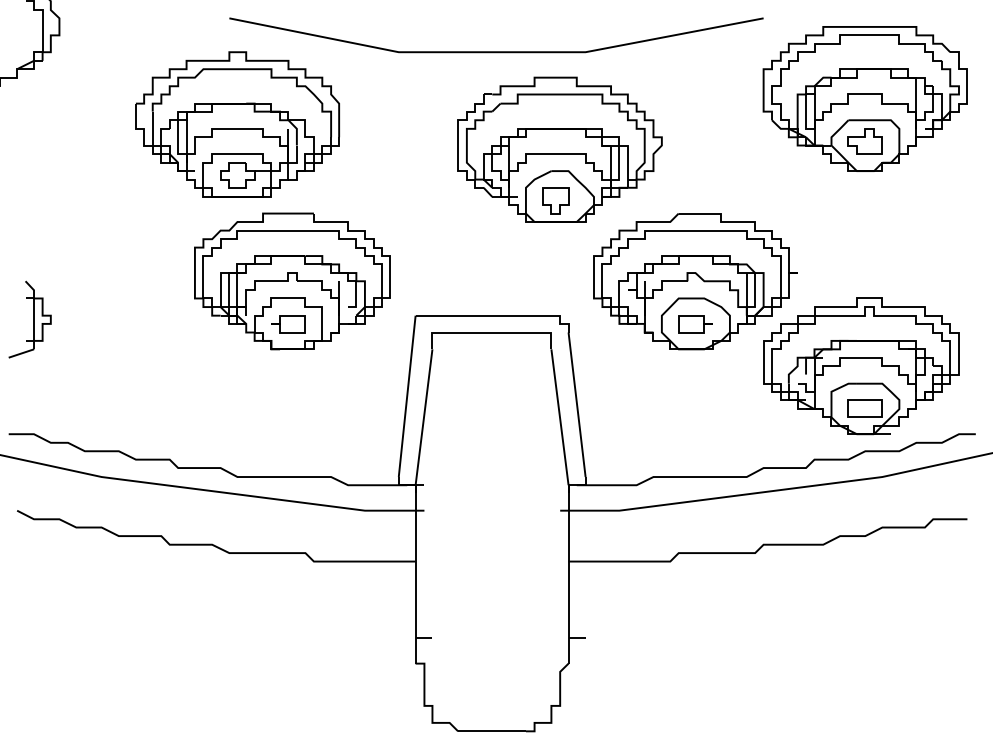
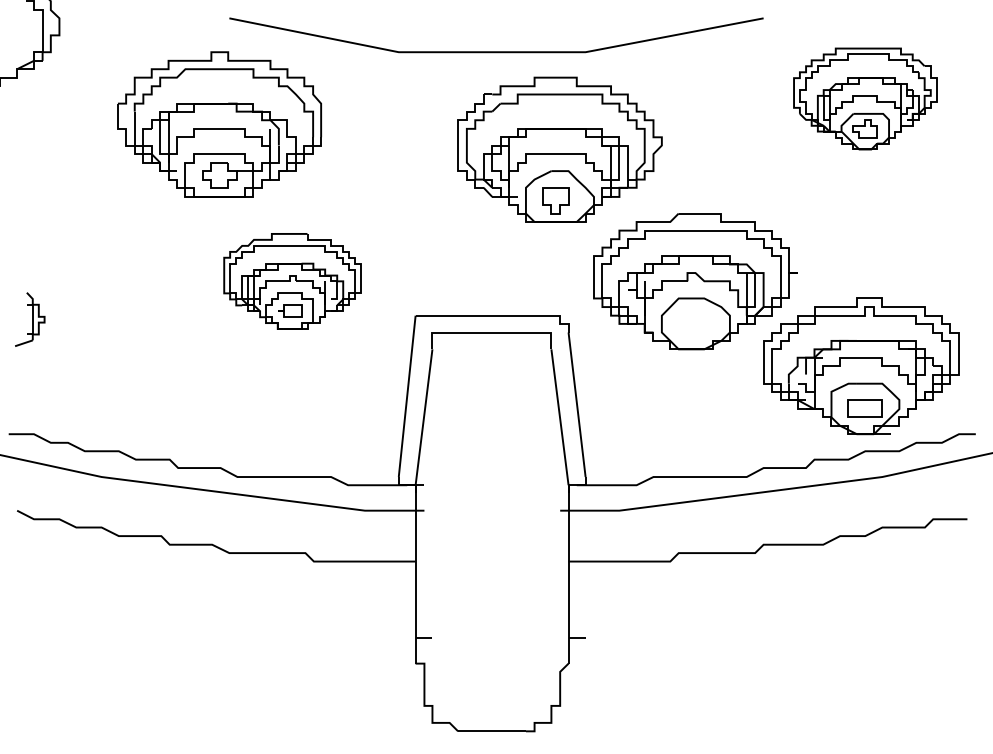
part at (864, 98) size: 206x146 px -> 145x104 px
part at (237, 124) position: (237, 124) -> (219, 124)
part at (292, 281) size: 197x139 px -> 139x97 px
part at (29, 319) size: 44x79 px -> 31x55 px
part at (695, 324): present -> none
